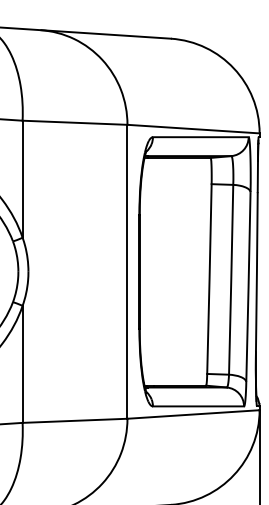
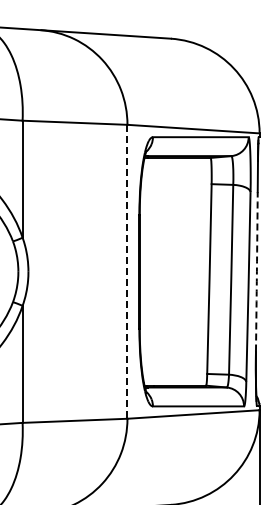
line at (127, 271): solid -> dashed
arc at (256, 271): solid -> dashed
